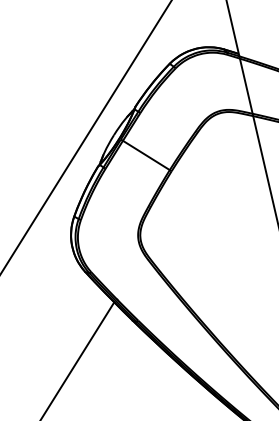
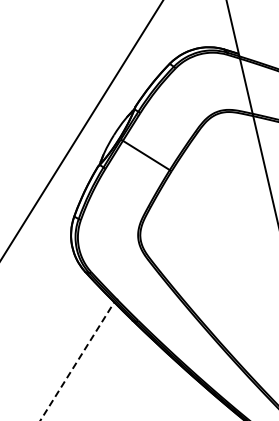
line at (86, 136) position: (86, 136) -> (81, 130)
line at (77, 361): solid -> dashed
